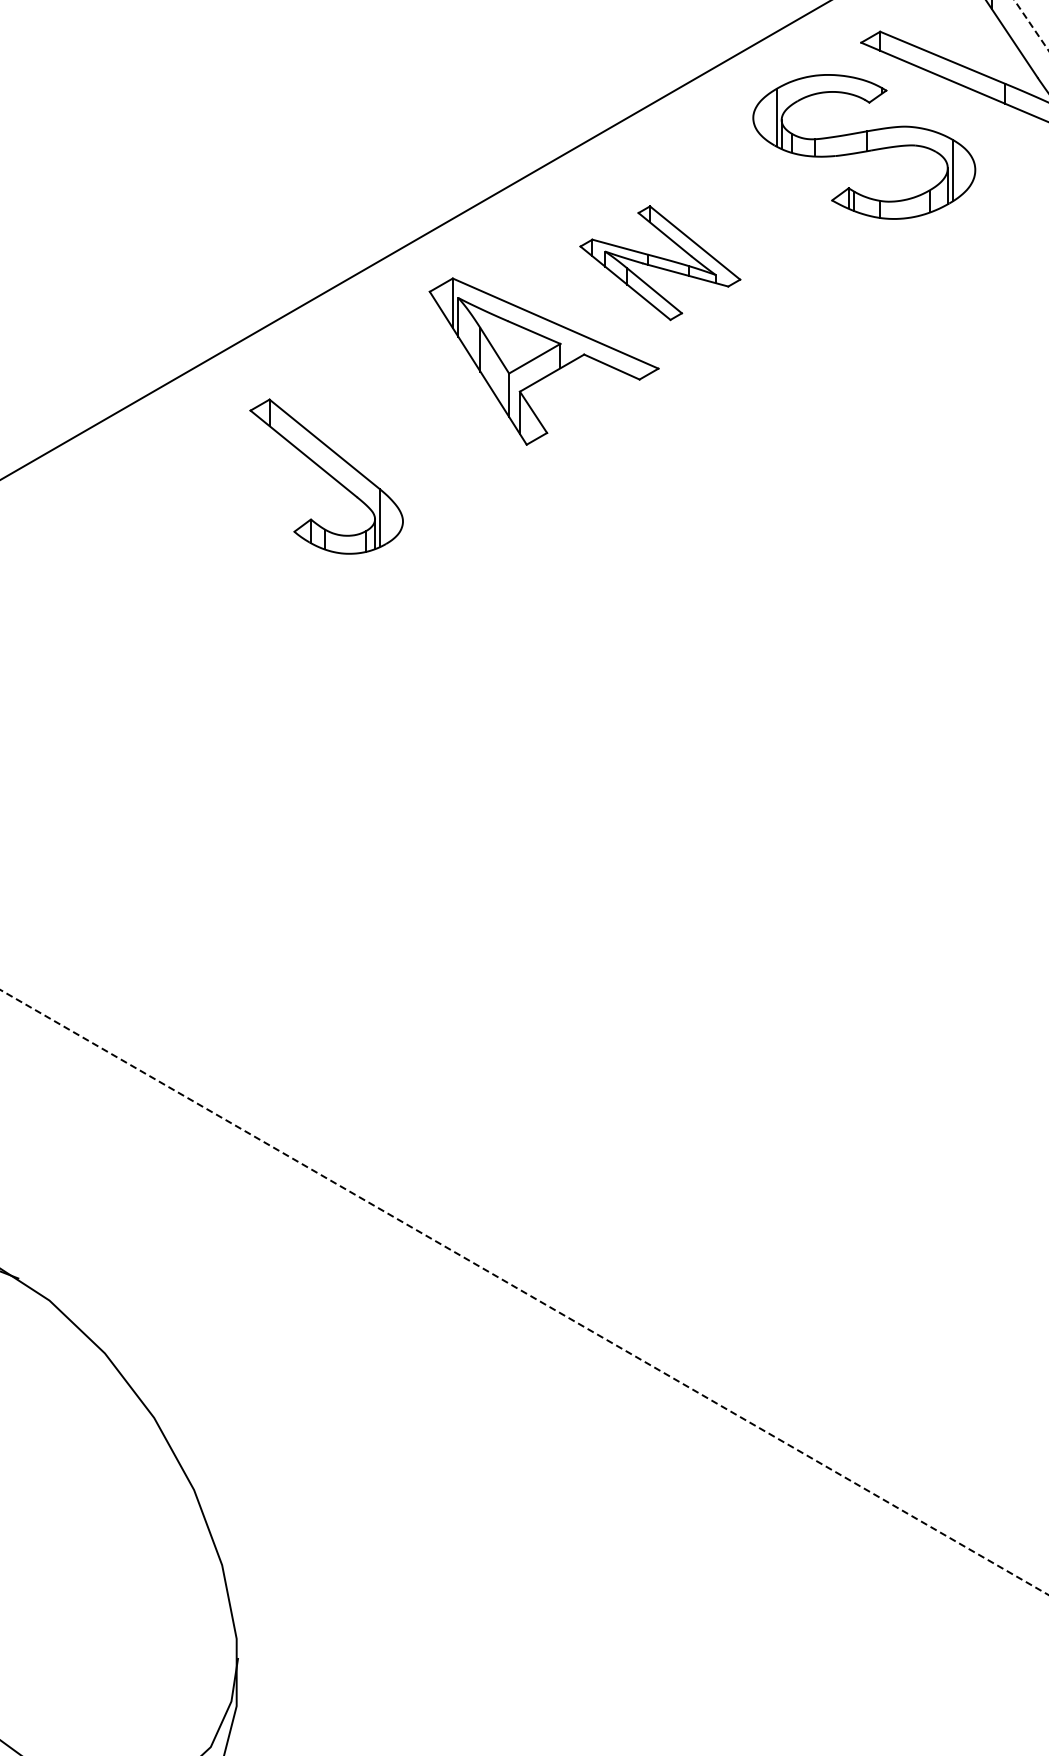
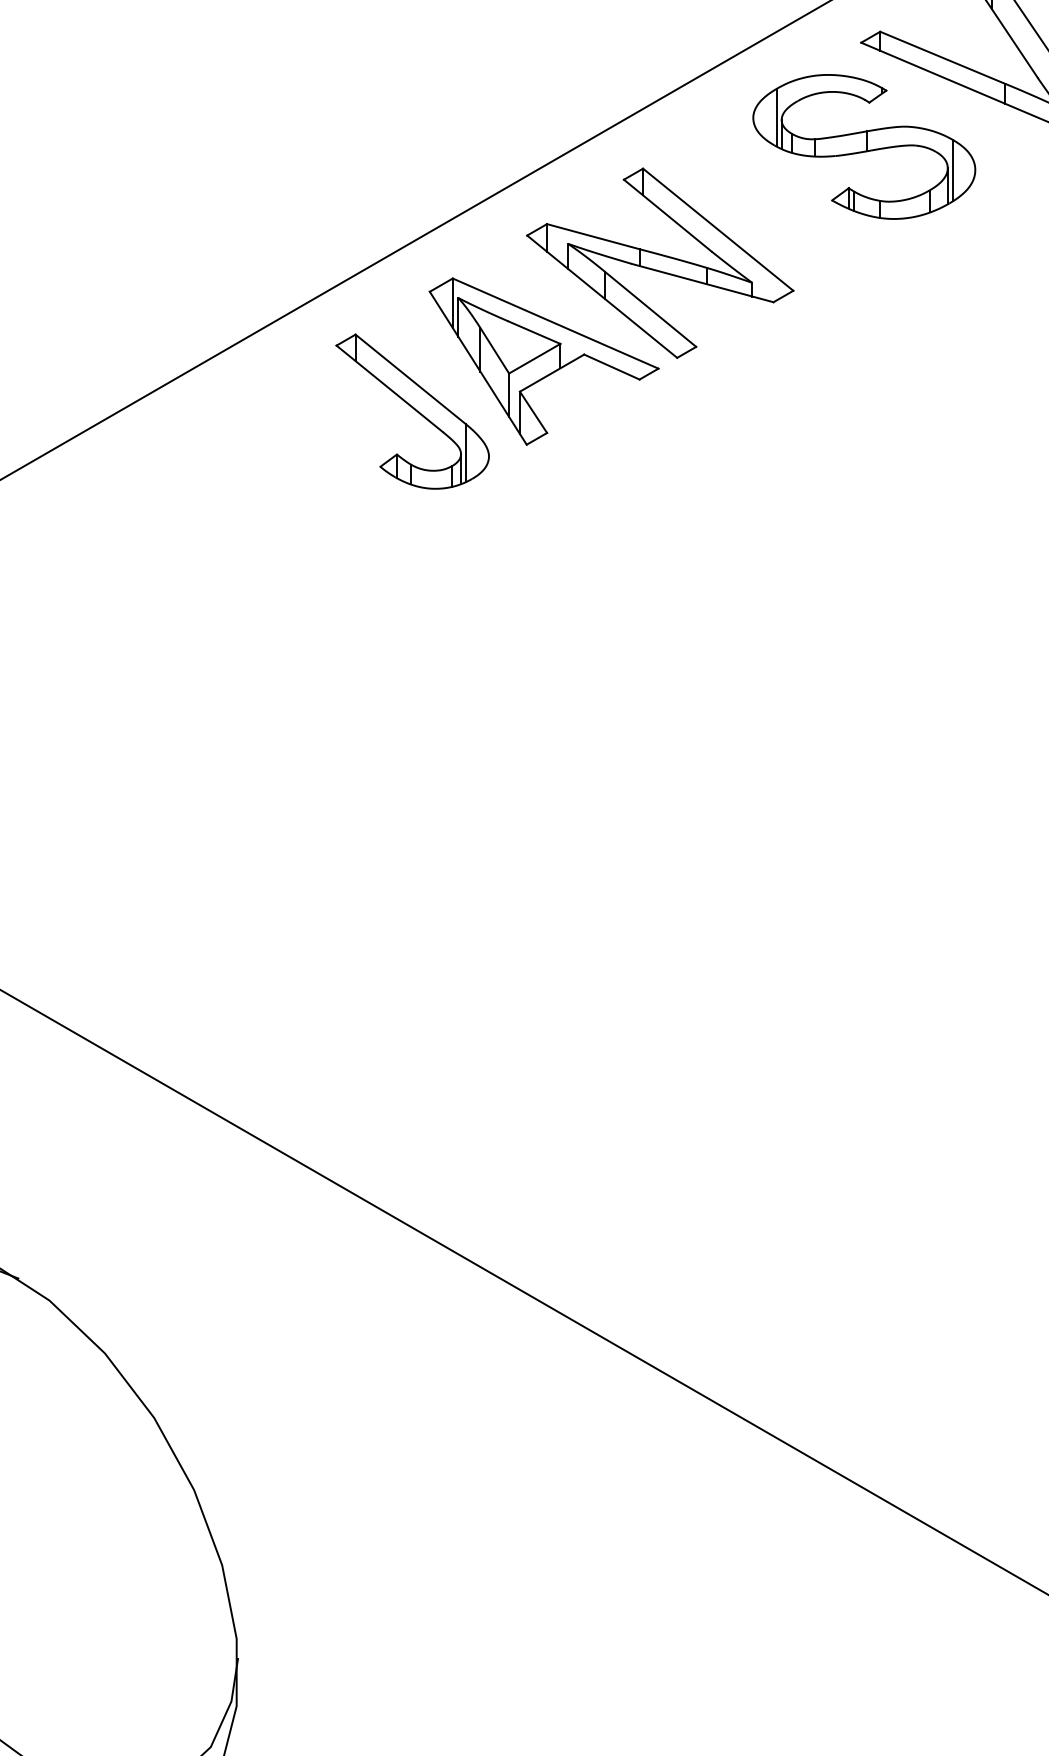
line at (1031, 25): dashed -> solid
part at (660, 263) size: 163x117 px -> 269x192 px
part at (326, 476) position: (326, 476) -> (412, 411)
line at (524, 1292): dashed -> solid
